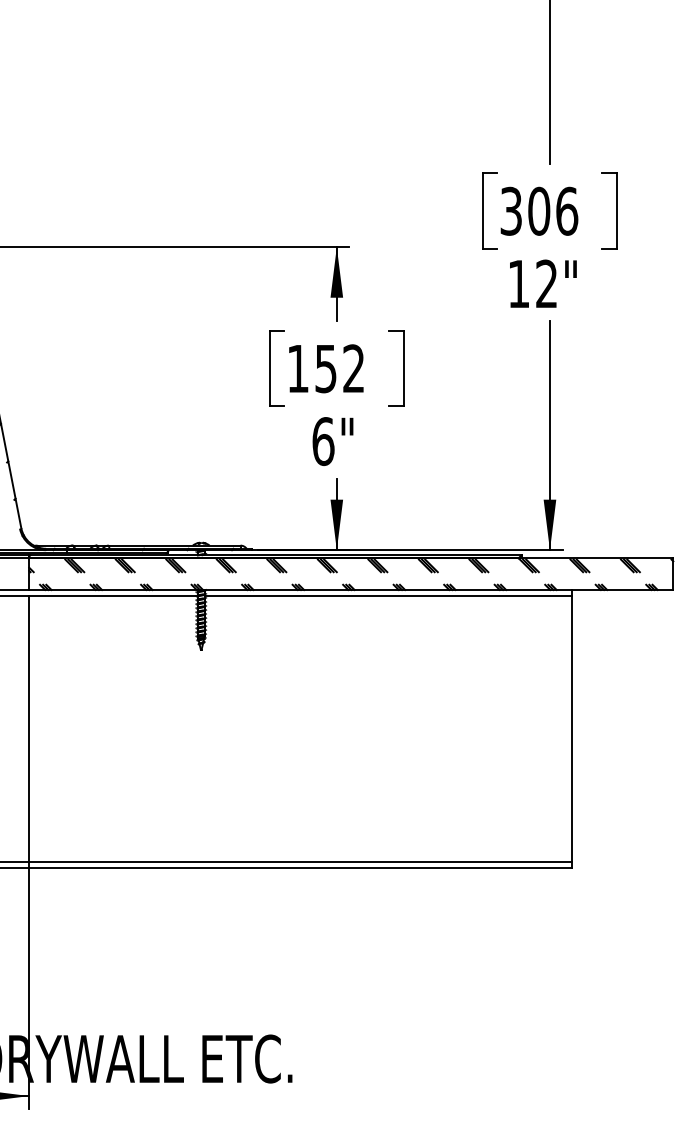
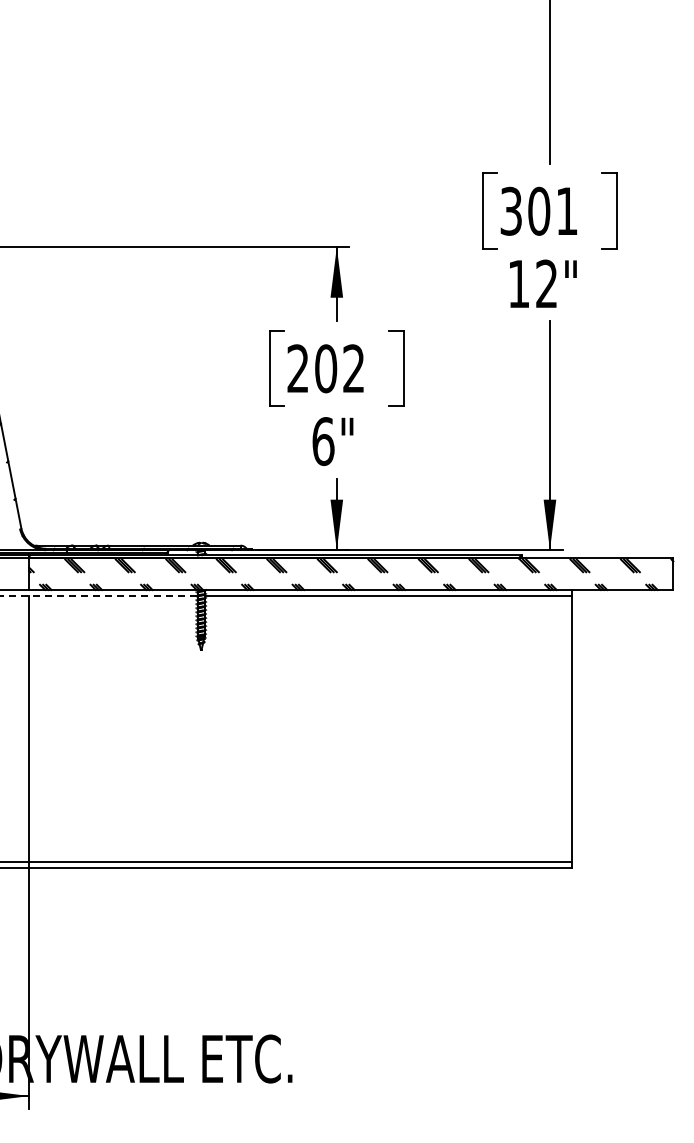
text at (567, 210): 306 -> 301
text at (312, 368): 152 -> 202
line at (97, 596): solid -> dashed
